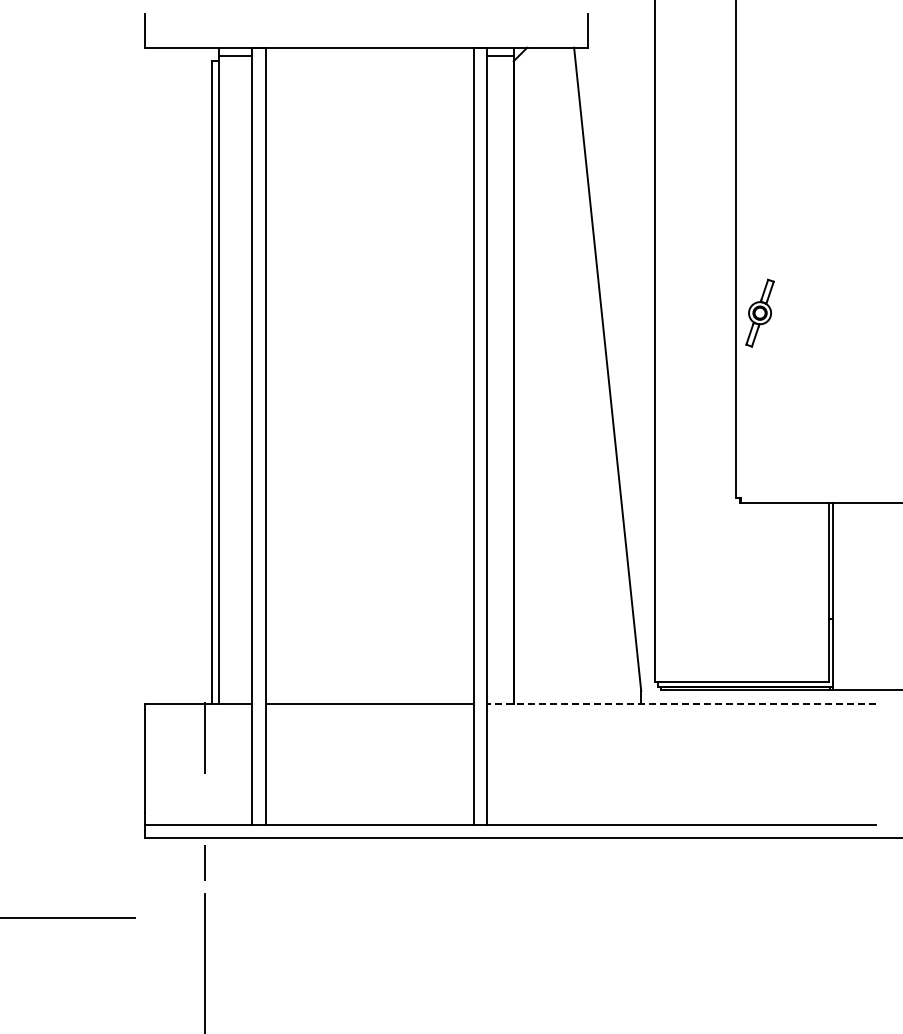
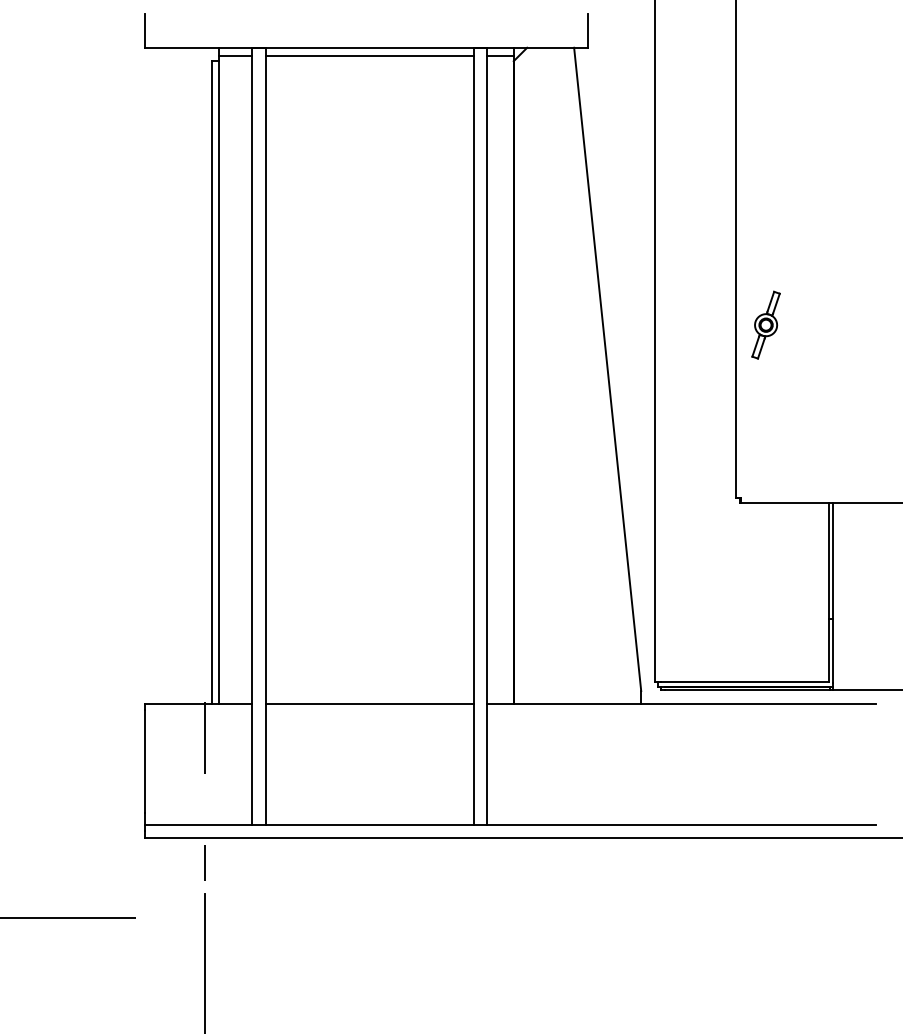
line at (369, 55): none -> present
part at (759, 312) position: (759, 312) -> (765, 324)
line at (681, 703): dashed -> solid
